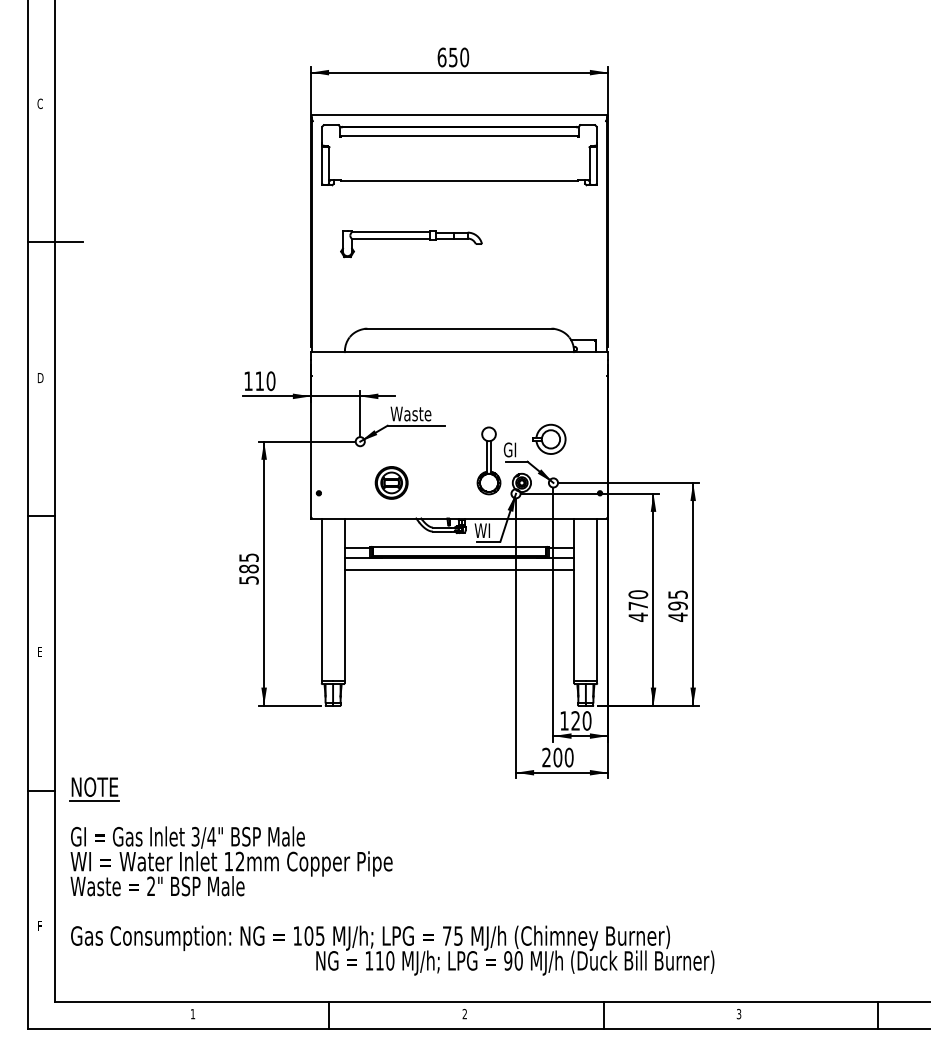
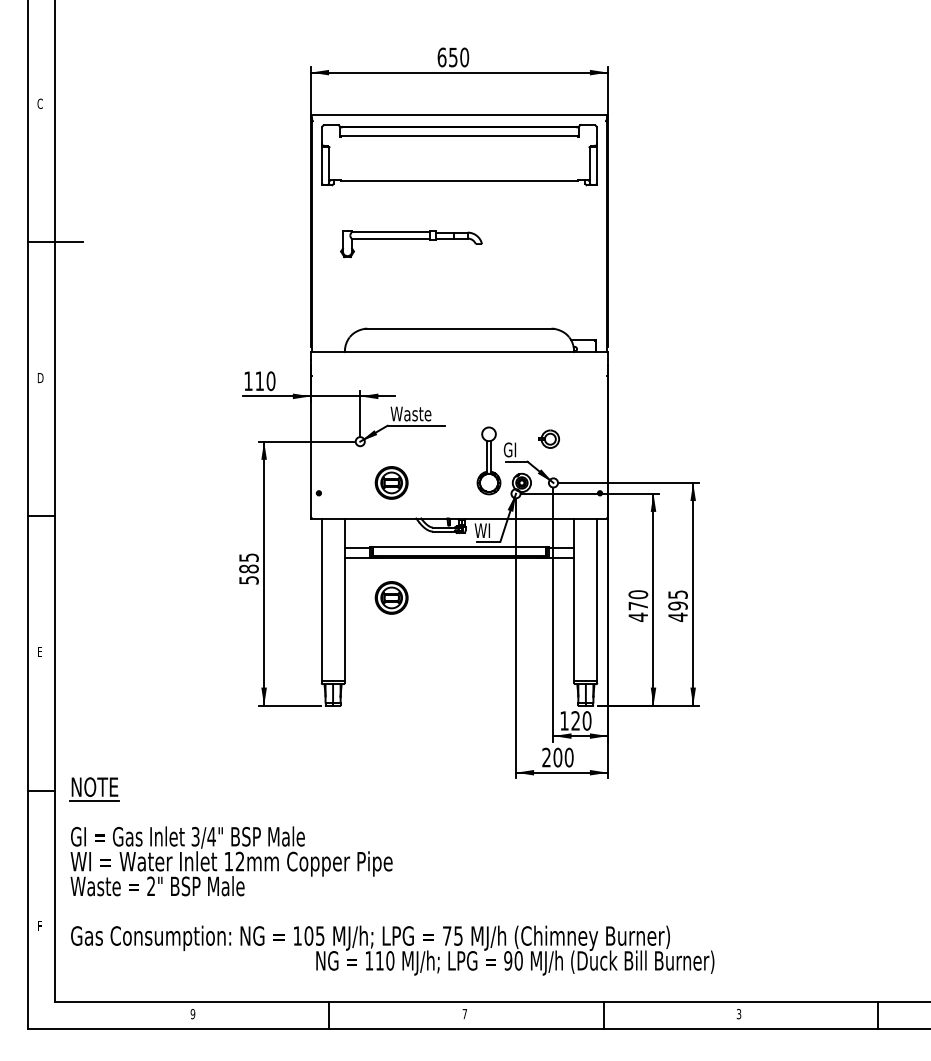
part at (549, 438) size: 35x32 px -> 22x20 px
line at (459, 569): present -> none
part at (391, 597): none -> present
text at (192, 1014): 1 -> 9
text at (464, 1014): 2 -> 7
